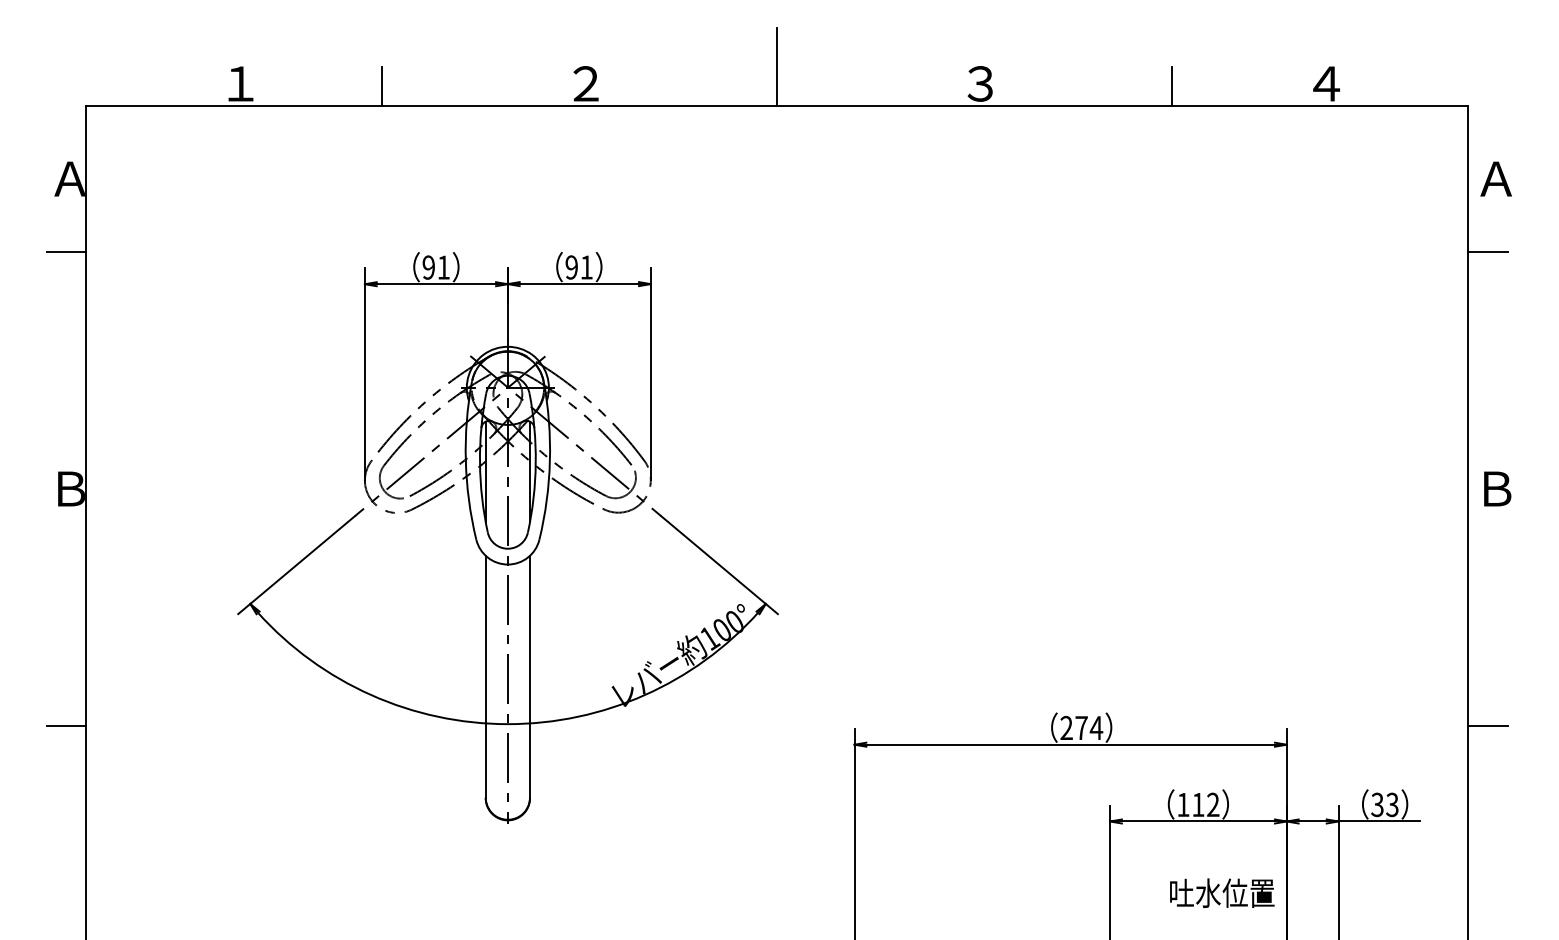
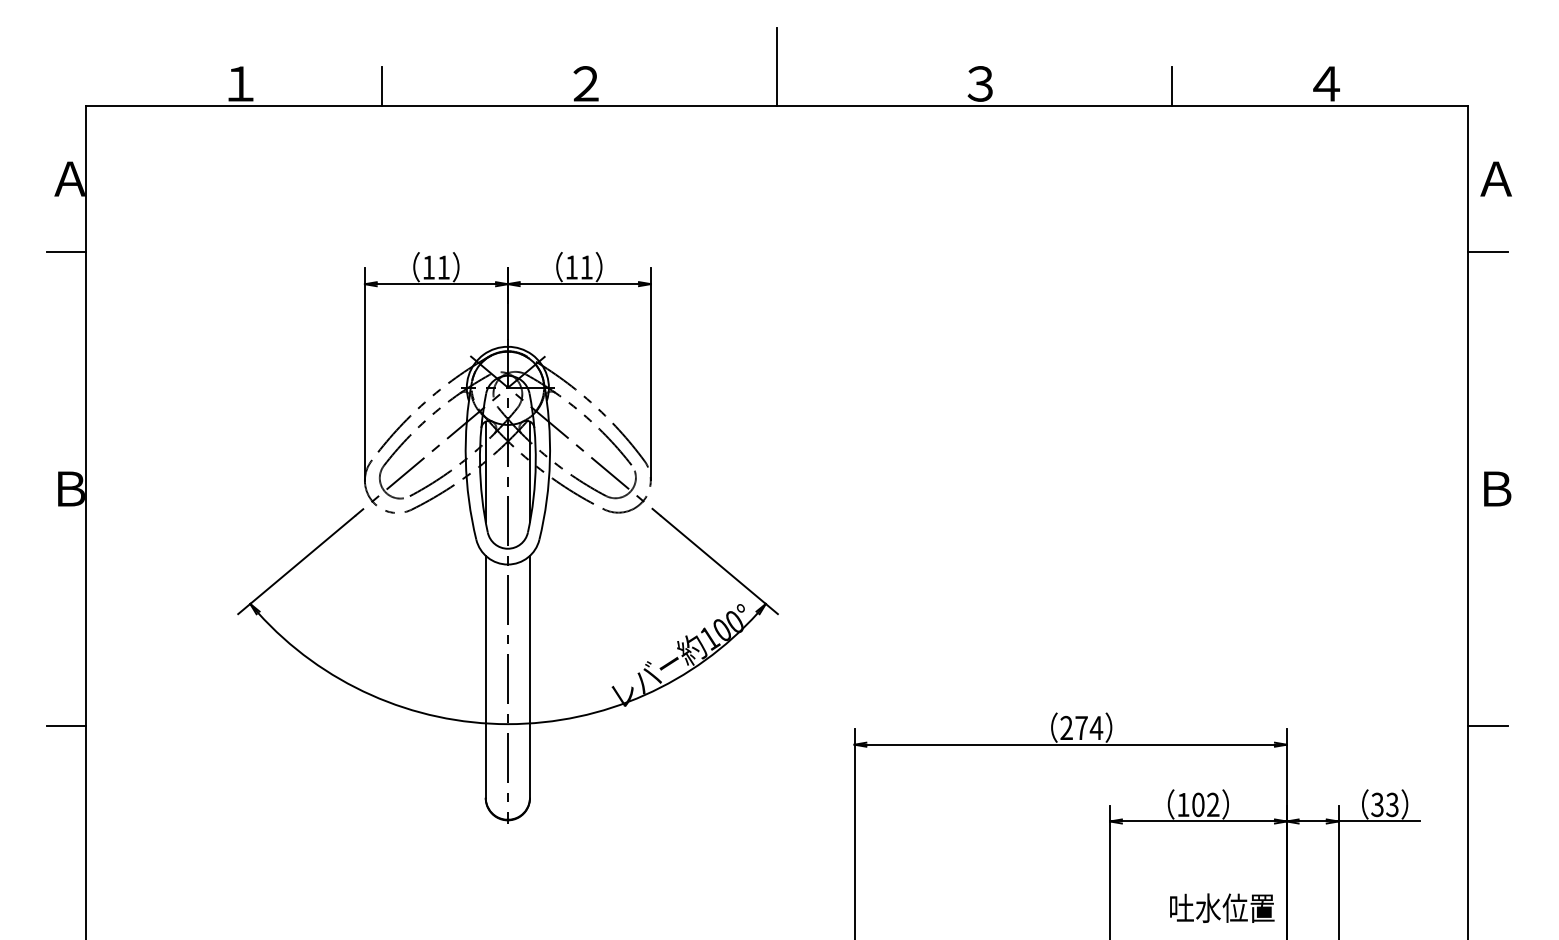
text at (428, 267): 91 -> 11
text at (571, 267): 91 -> 11
text at (1198, 804): 112 -> 102
text at (1222, 892) position: (1222, 892) -> (1222, 907)
